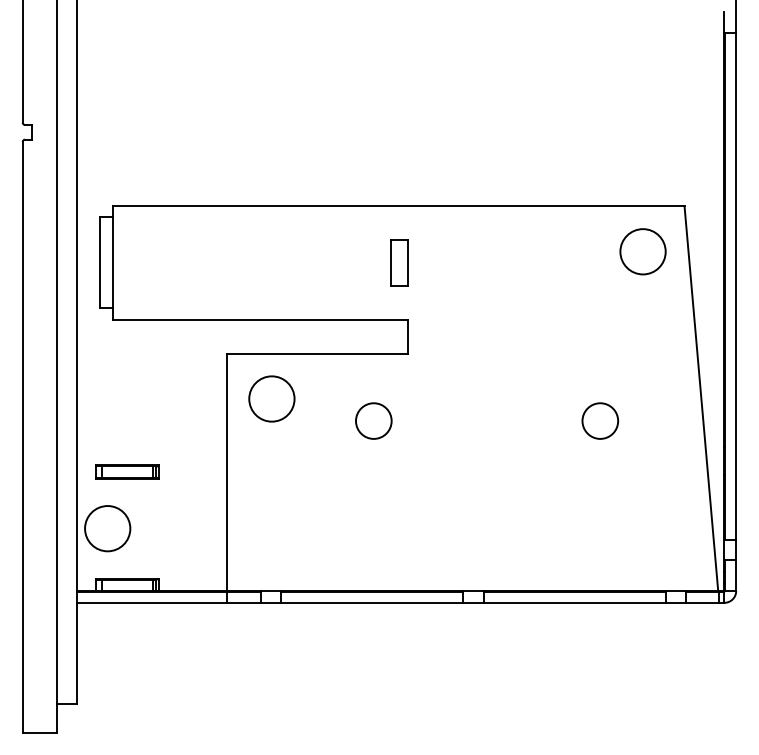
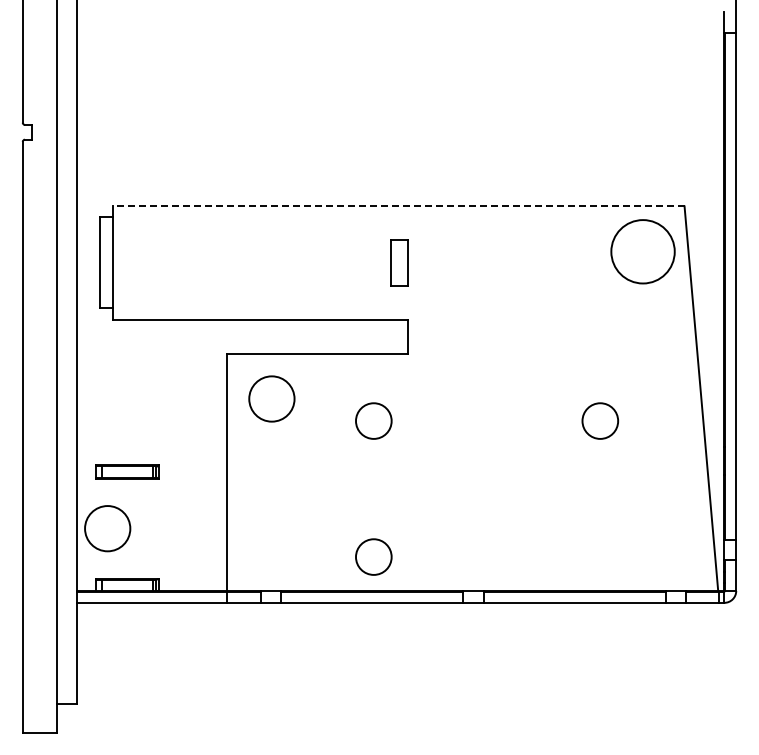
line at (398, 206): solid -> dashed
circle at (642, 251) diameter: 45 px -> 63 px
circle at (373, 556): none -> present
